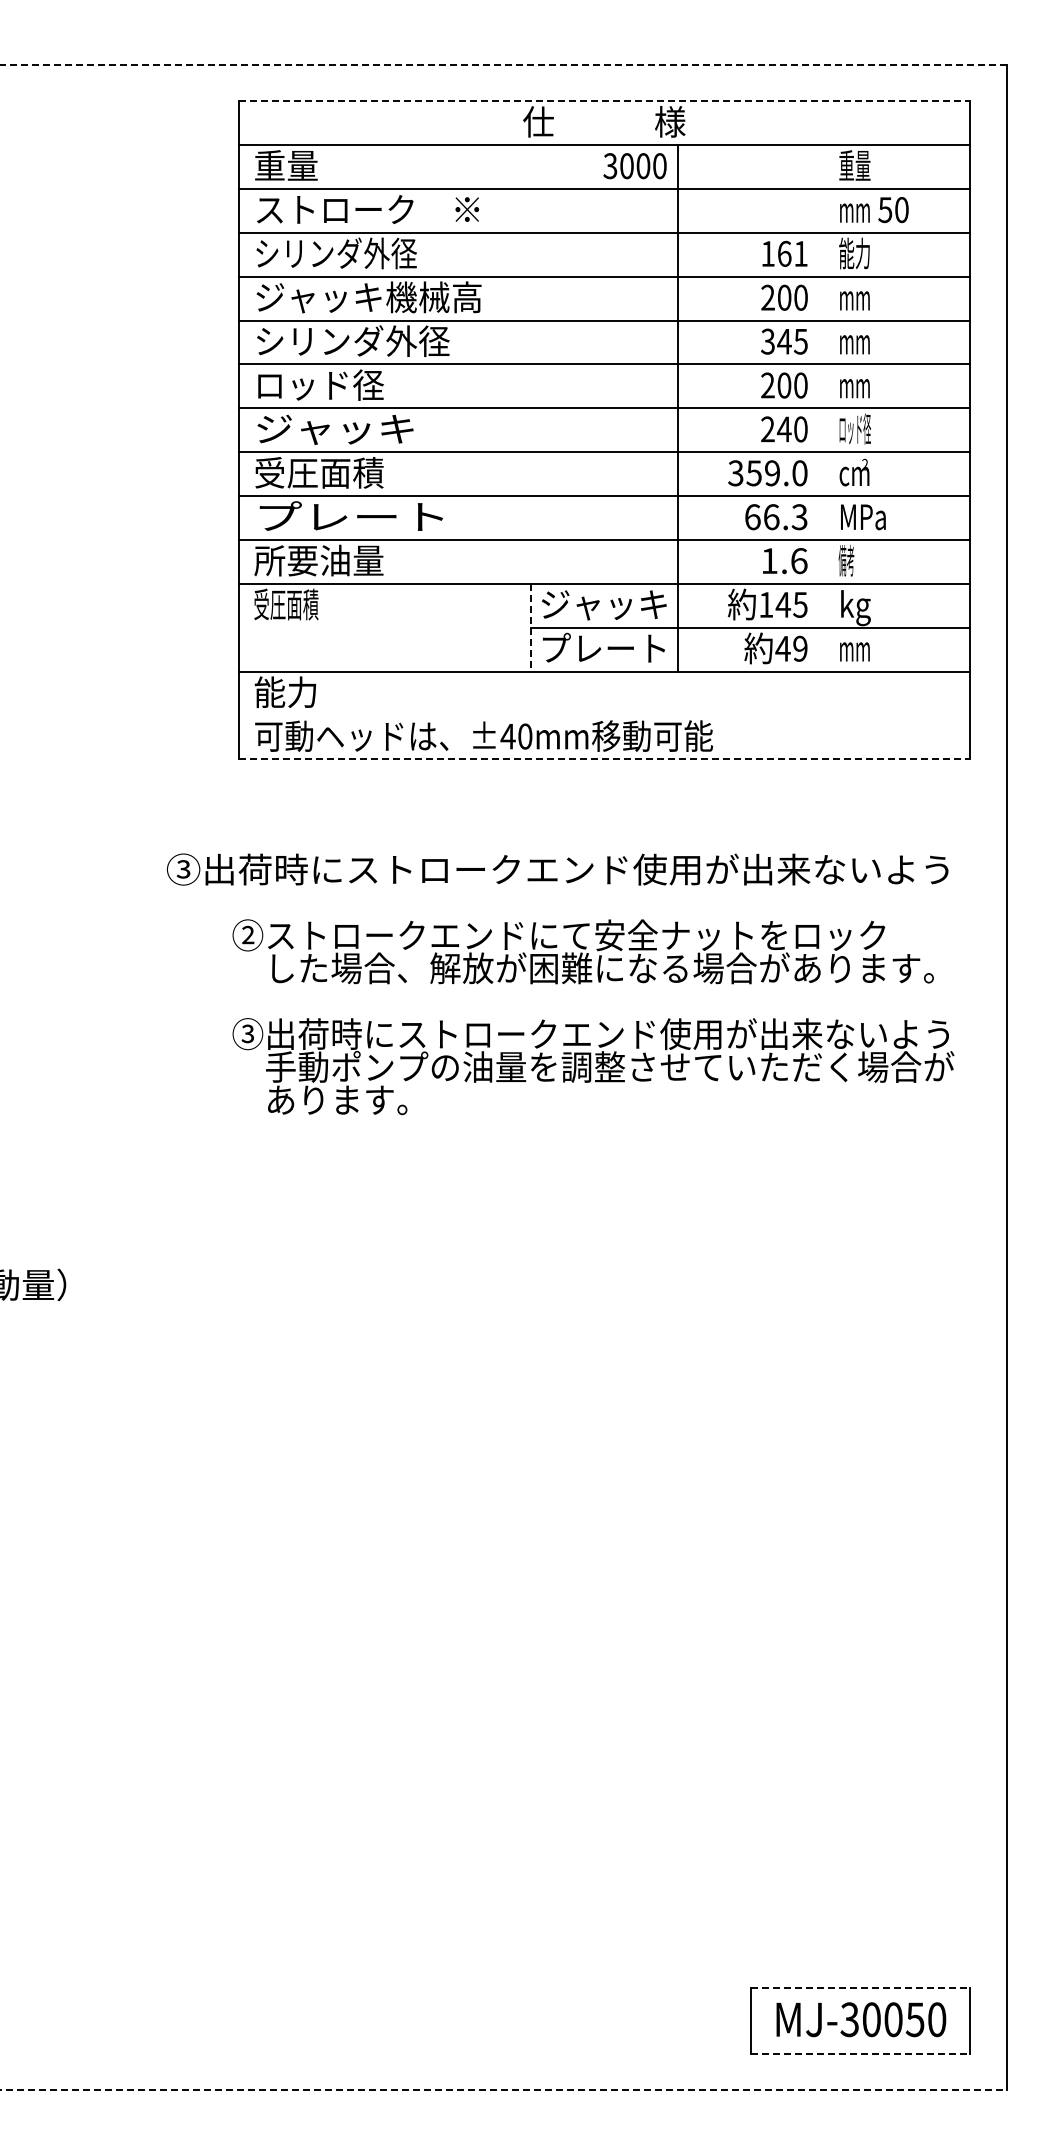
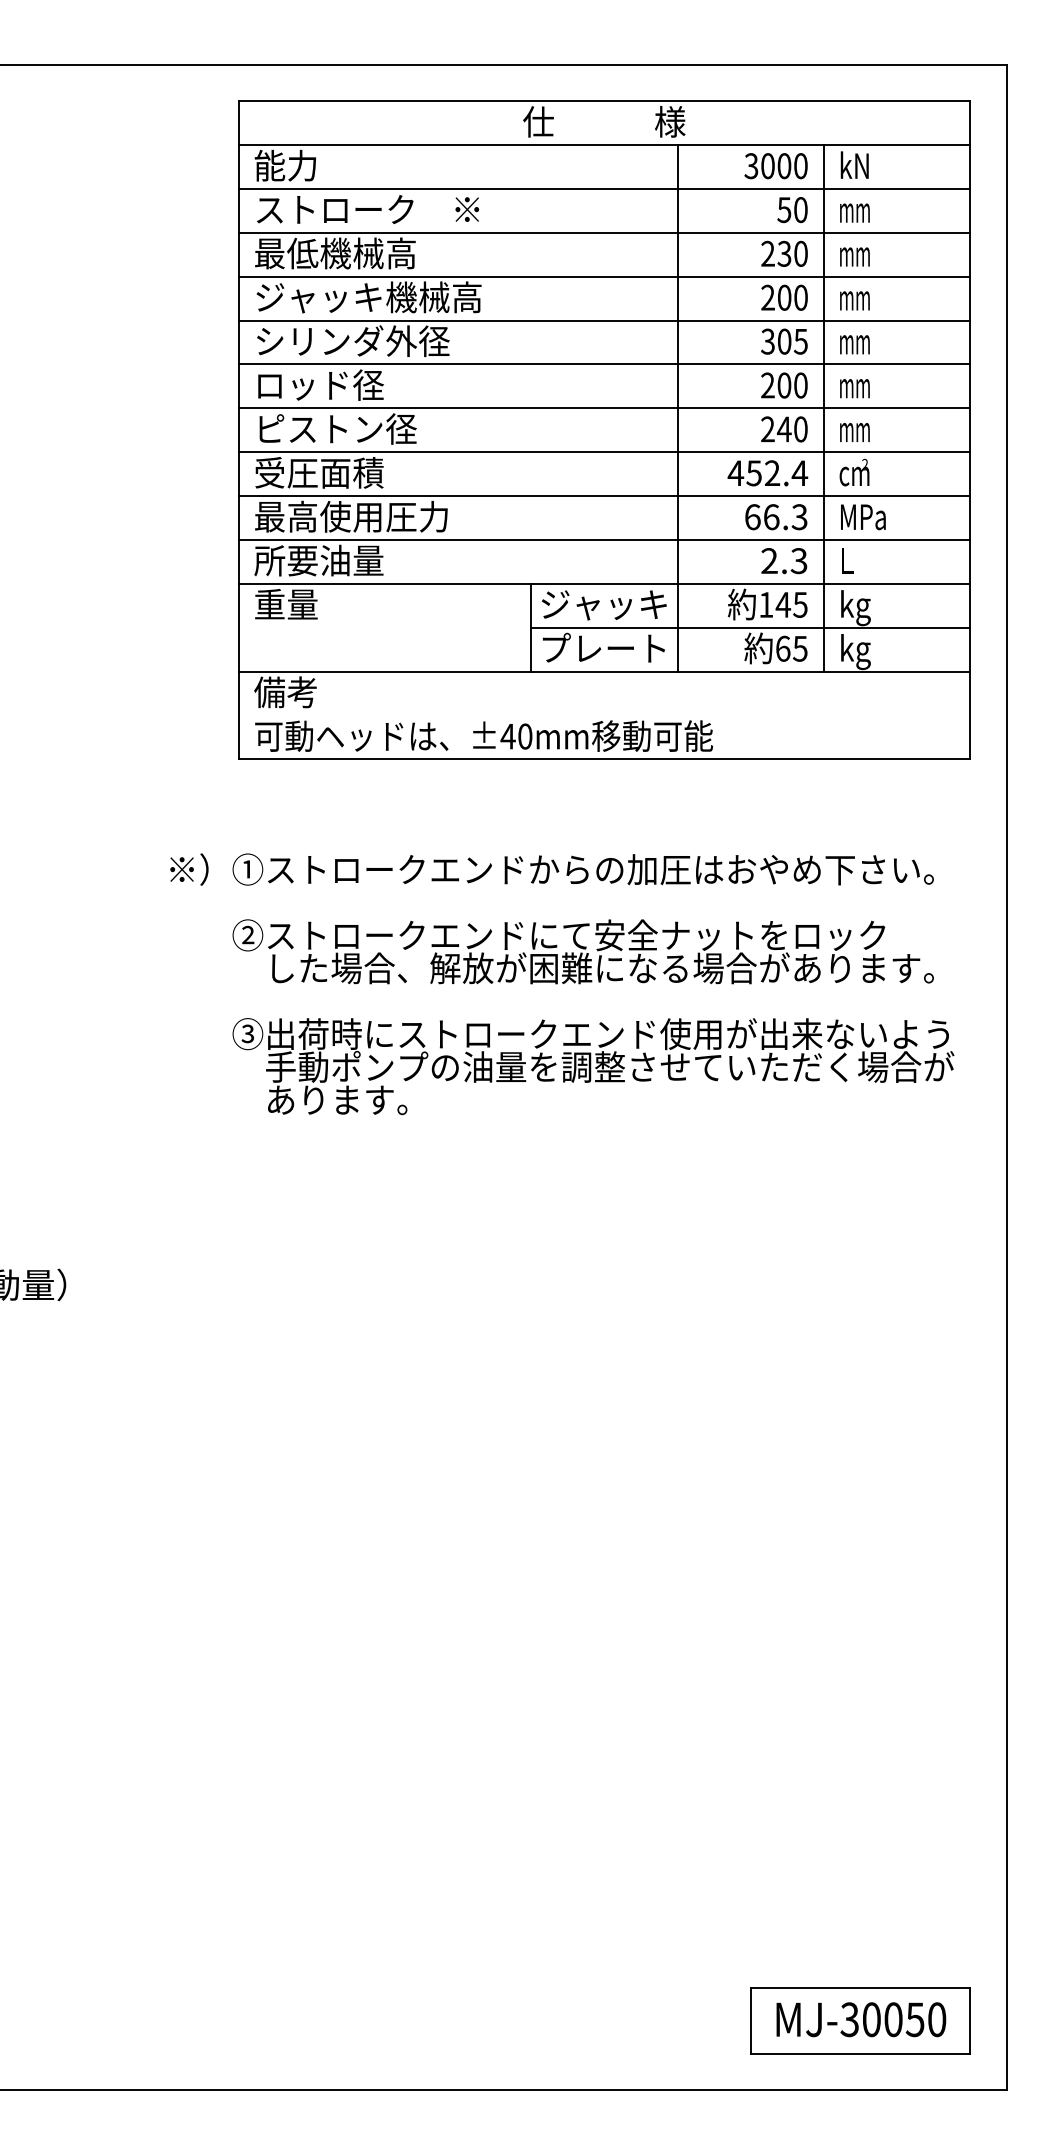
line at (503, 64): dashed -> solid
line at (604, 101): dashed -> solid
text at (285, 165): 重量 -> 能力
text at (854, 165): 重量 -> kN
text at (634, 166) position: (634, 166) -> (775, 166)
text at (893, 210) position: (893, 210) -> (792, 210)
text at (336, 253): シリンダ外径 -> 最低機械高
text at (784, 253): 161 -> 230
text at (854, 253): 能力 -> mm
text at (784, 341): 345 -> 305
line at (823, 408): none -> present
text at (336, 428): ジャッキ -> ピストン径
text at (855, 428): ロッド径 -> mm
text at (767, 473): 359.0 -> 452.4
text at (351, 516): プレート -> 最高使用圧力
text at (846, 560): 備考 -> L
text at (784, 561): 1.6 -> 2.3
text at (286, 604): 受圧面積 -> 重量
line at (531, 627): dashed -> solid
text at (791, 648): 49 -> 65
text at (855, 652): mm -> kg
text at (285, 692): 能力 -> 備考
line at (604, 759): dashed -> solid
text at (557, 869): ③出荷時にストロークエンド使用が出来ないよう -> ※）①ストロークエンドからの加圧はおやめ下さい。
line at (860, 1987): dashed -> solid
line at (860, 2053): dashed -> solid
line at (503, 2090): dashed -> solid
